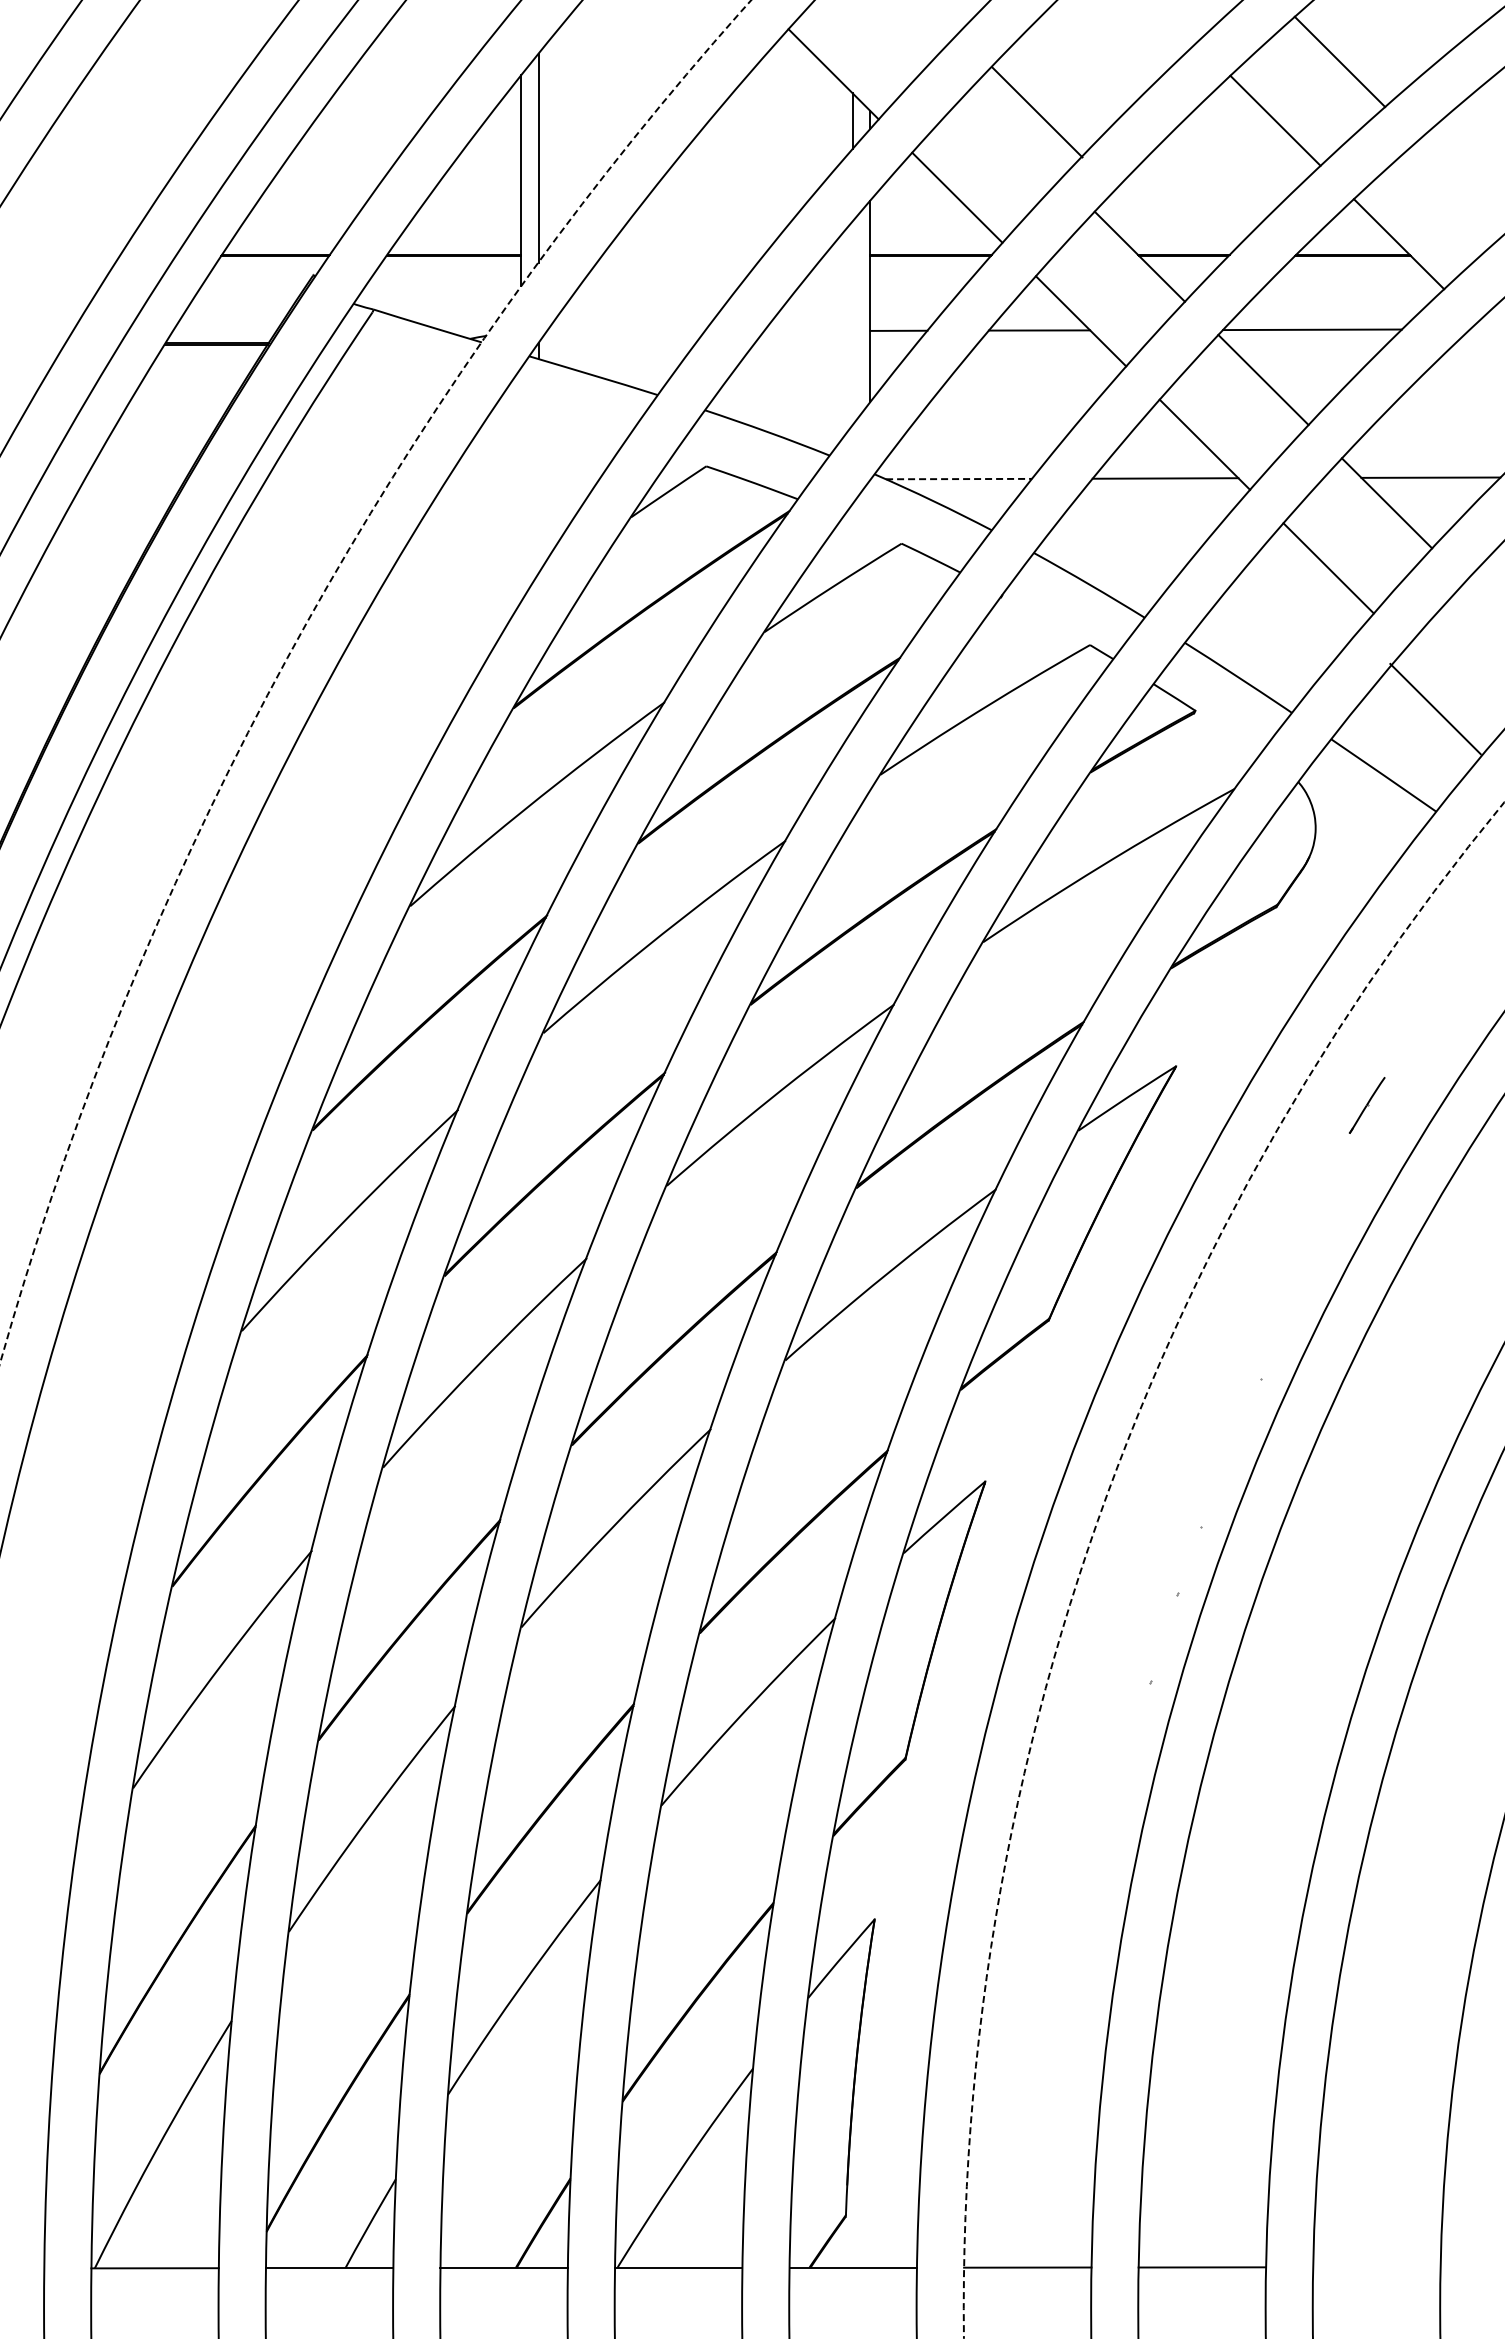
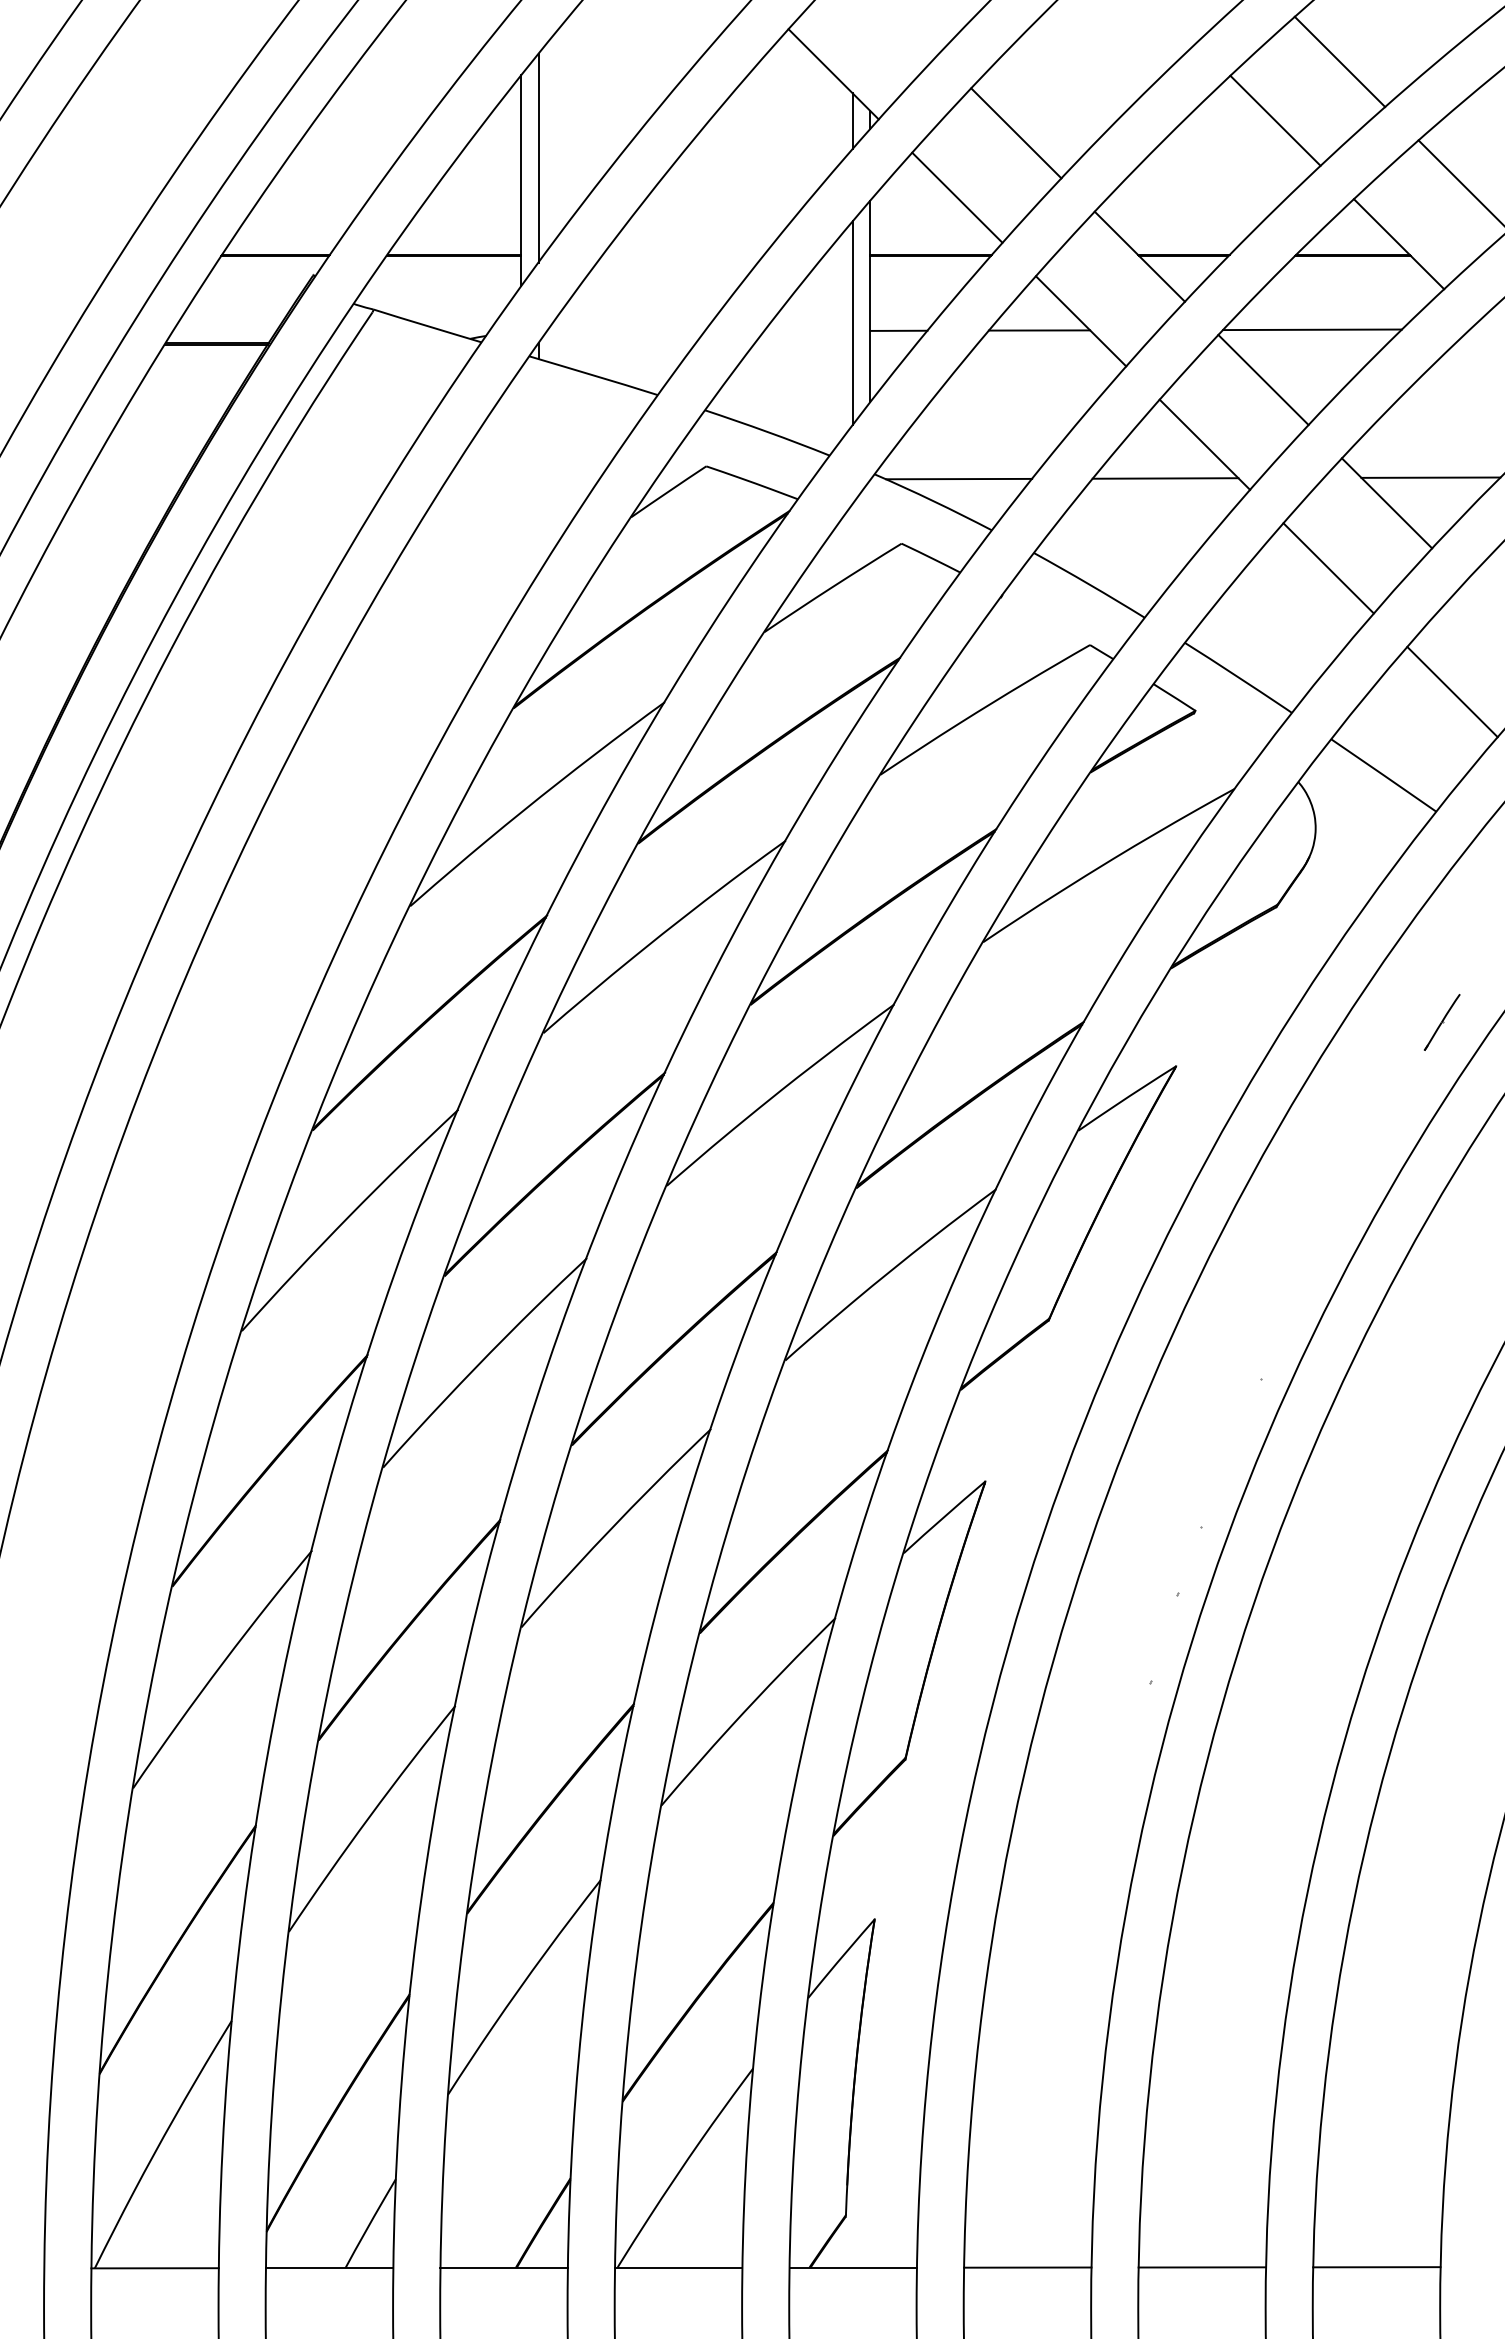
line at (1037, 112) position: (1037, 112) -> (1016, 133)
line at (1459, 181): none -> present
line at (852, 323): none -> present
line at (959, 479): dashed -> solid
circle at (375, 681): dashed -> solid
line at (1435, 708) position: (1435, 708) -> (1452, 691)
part at (1367, 1105) position: (1367, 1105) -> (1442, 1022)
circle at (1233, 1569): dashed -> solid
line at (1376, 2267): none -> present
